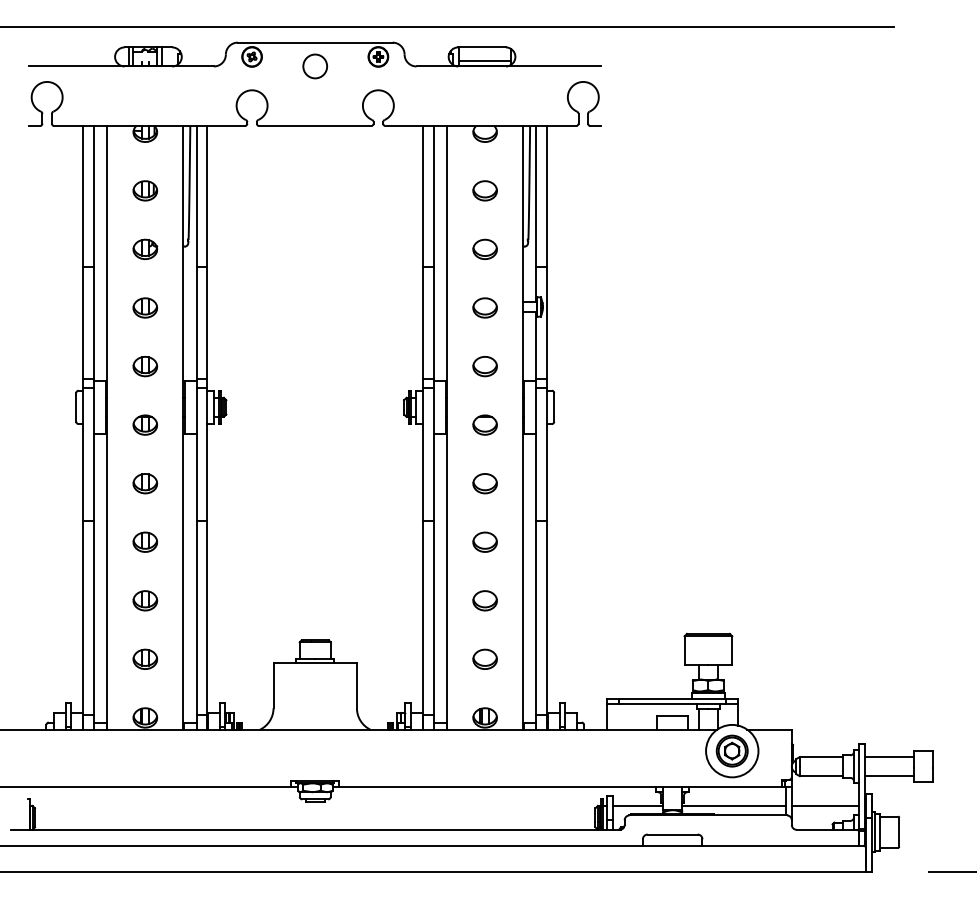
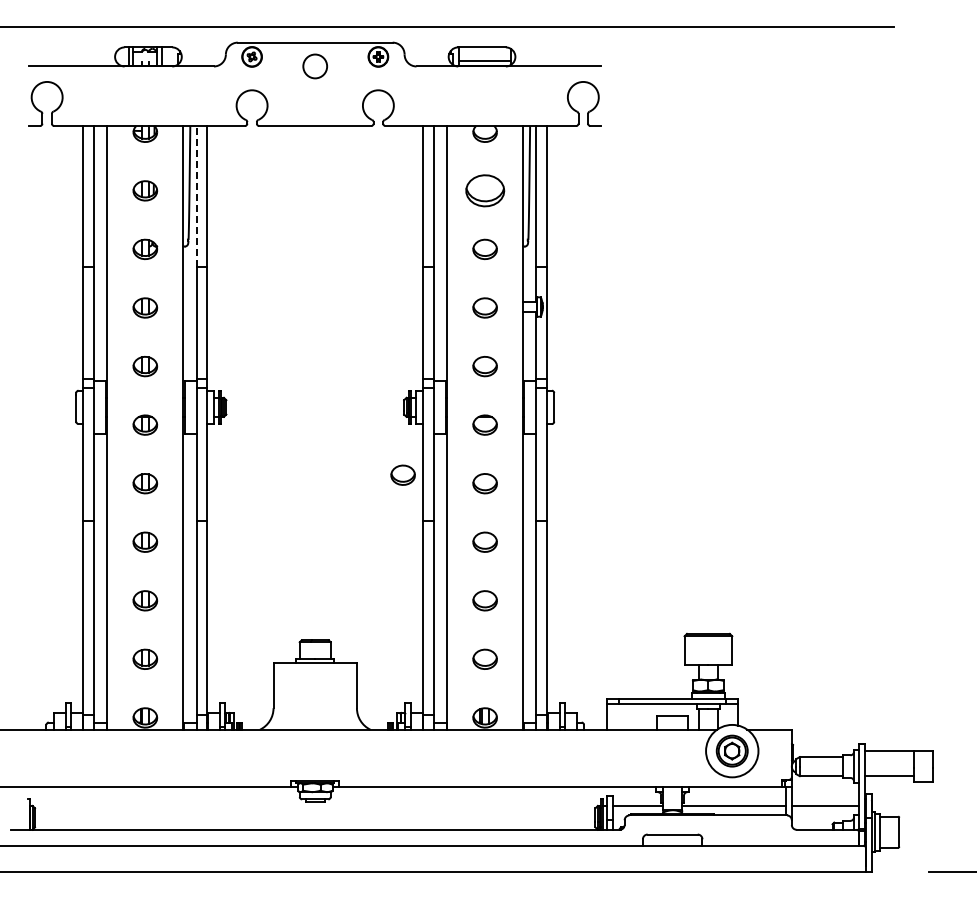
part at (484, 190) size: 26x22 px -> 41x34 px
line at (196, 196): solid -> dashed
part at (402, 474): none -> present
line at (889, 757) position: (889, 757) -> (889, 751)
